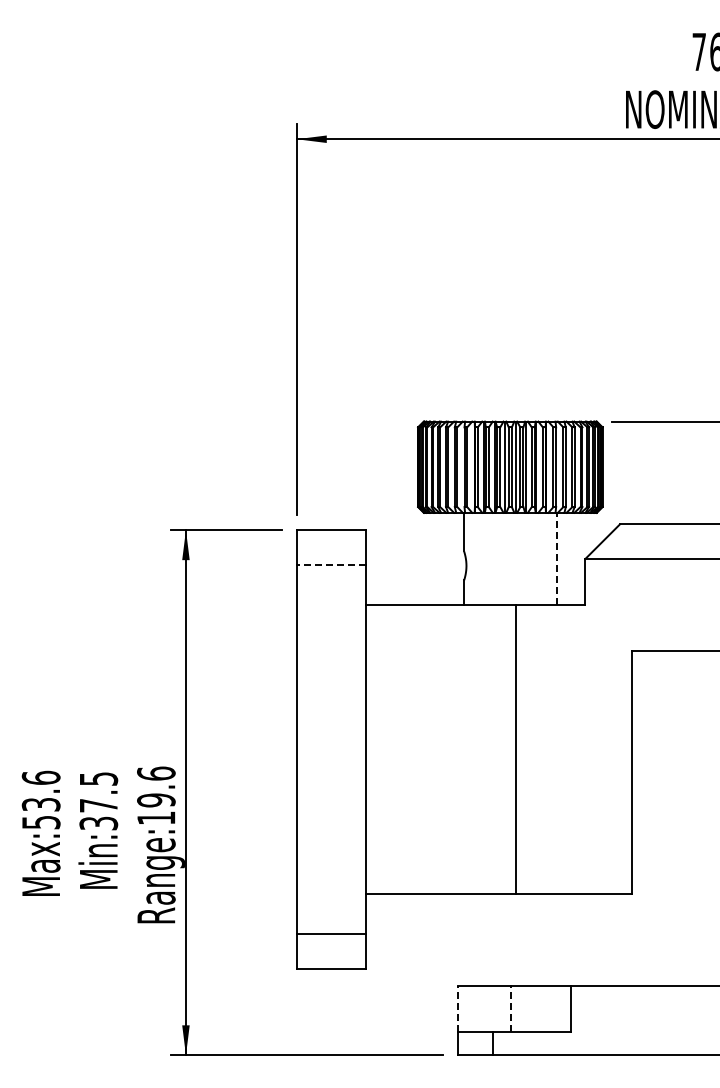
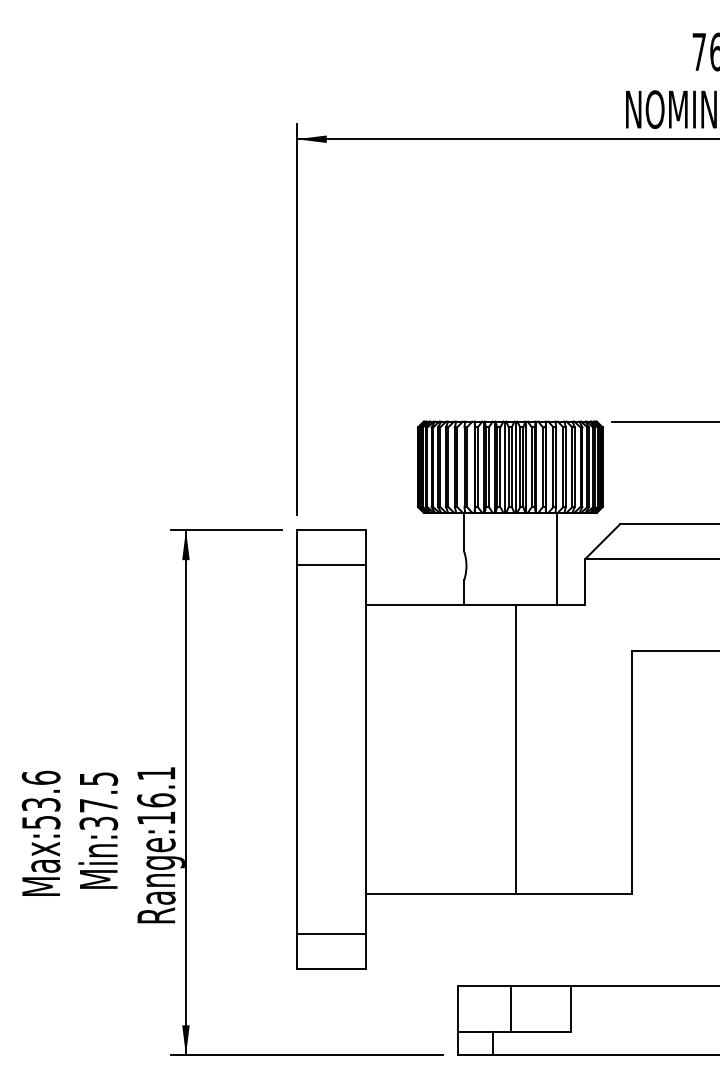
line at (556, 558): dashed -> solid
line at (331, 564): dashed -> solid
text at (156, 786): Range:19.6 -> Range:16.1
line at (458, 1008): dashed -> solid
line at (511, 1008): dashed -> solid
